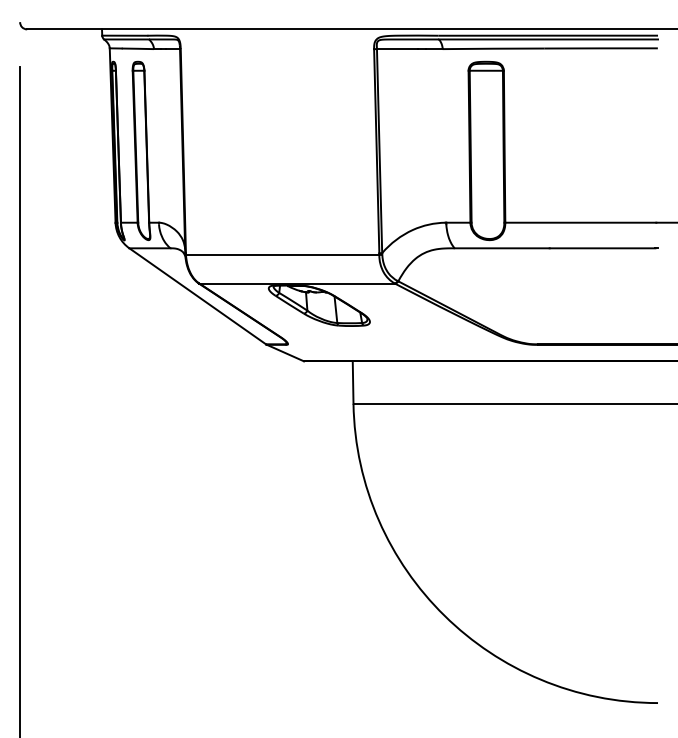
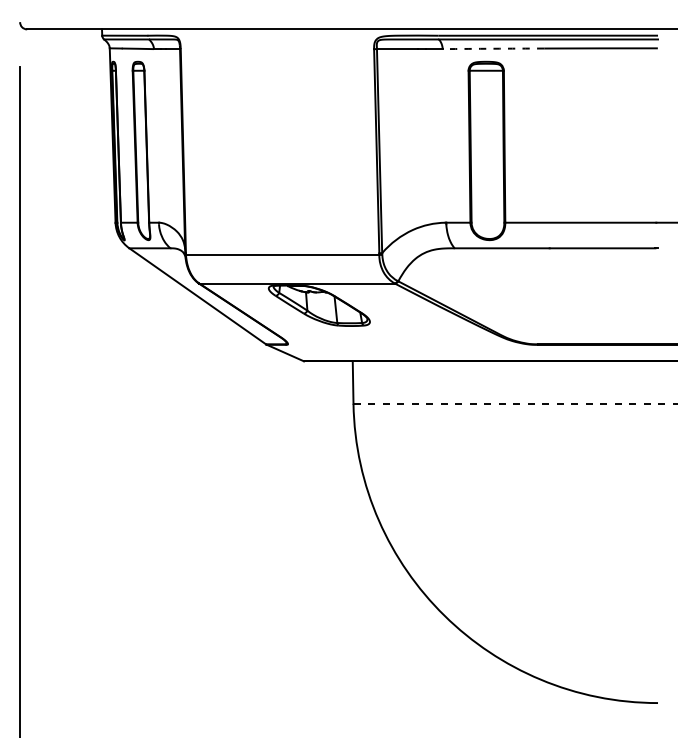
arc at (493, 48): solid -> dashed
line at (516, 403): solid -> dashed
